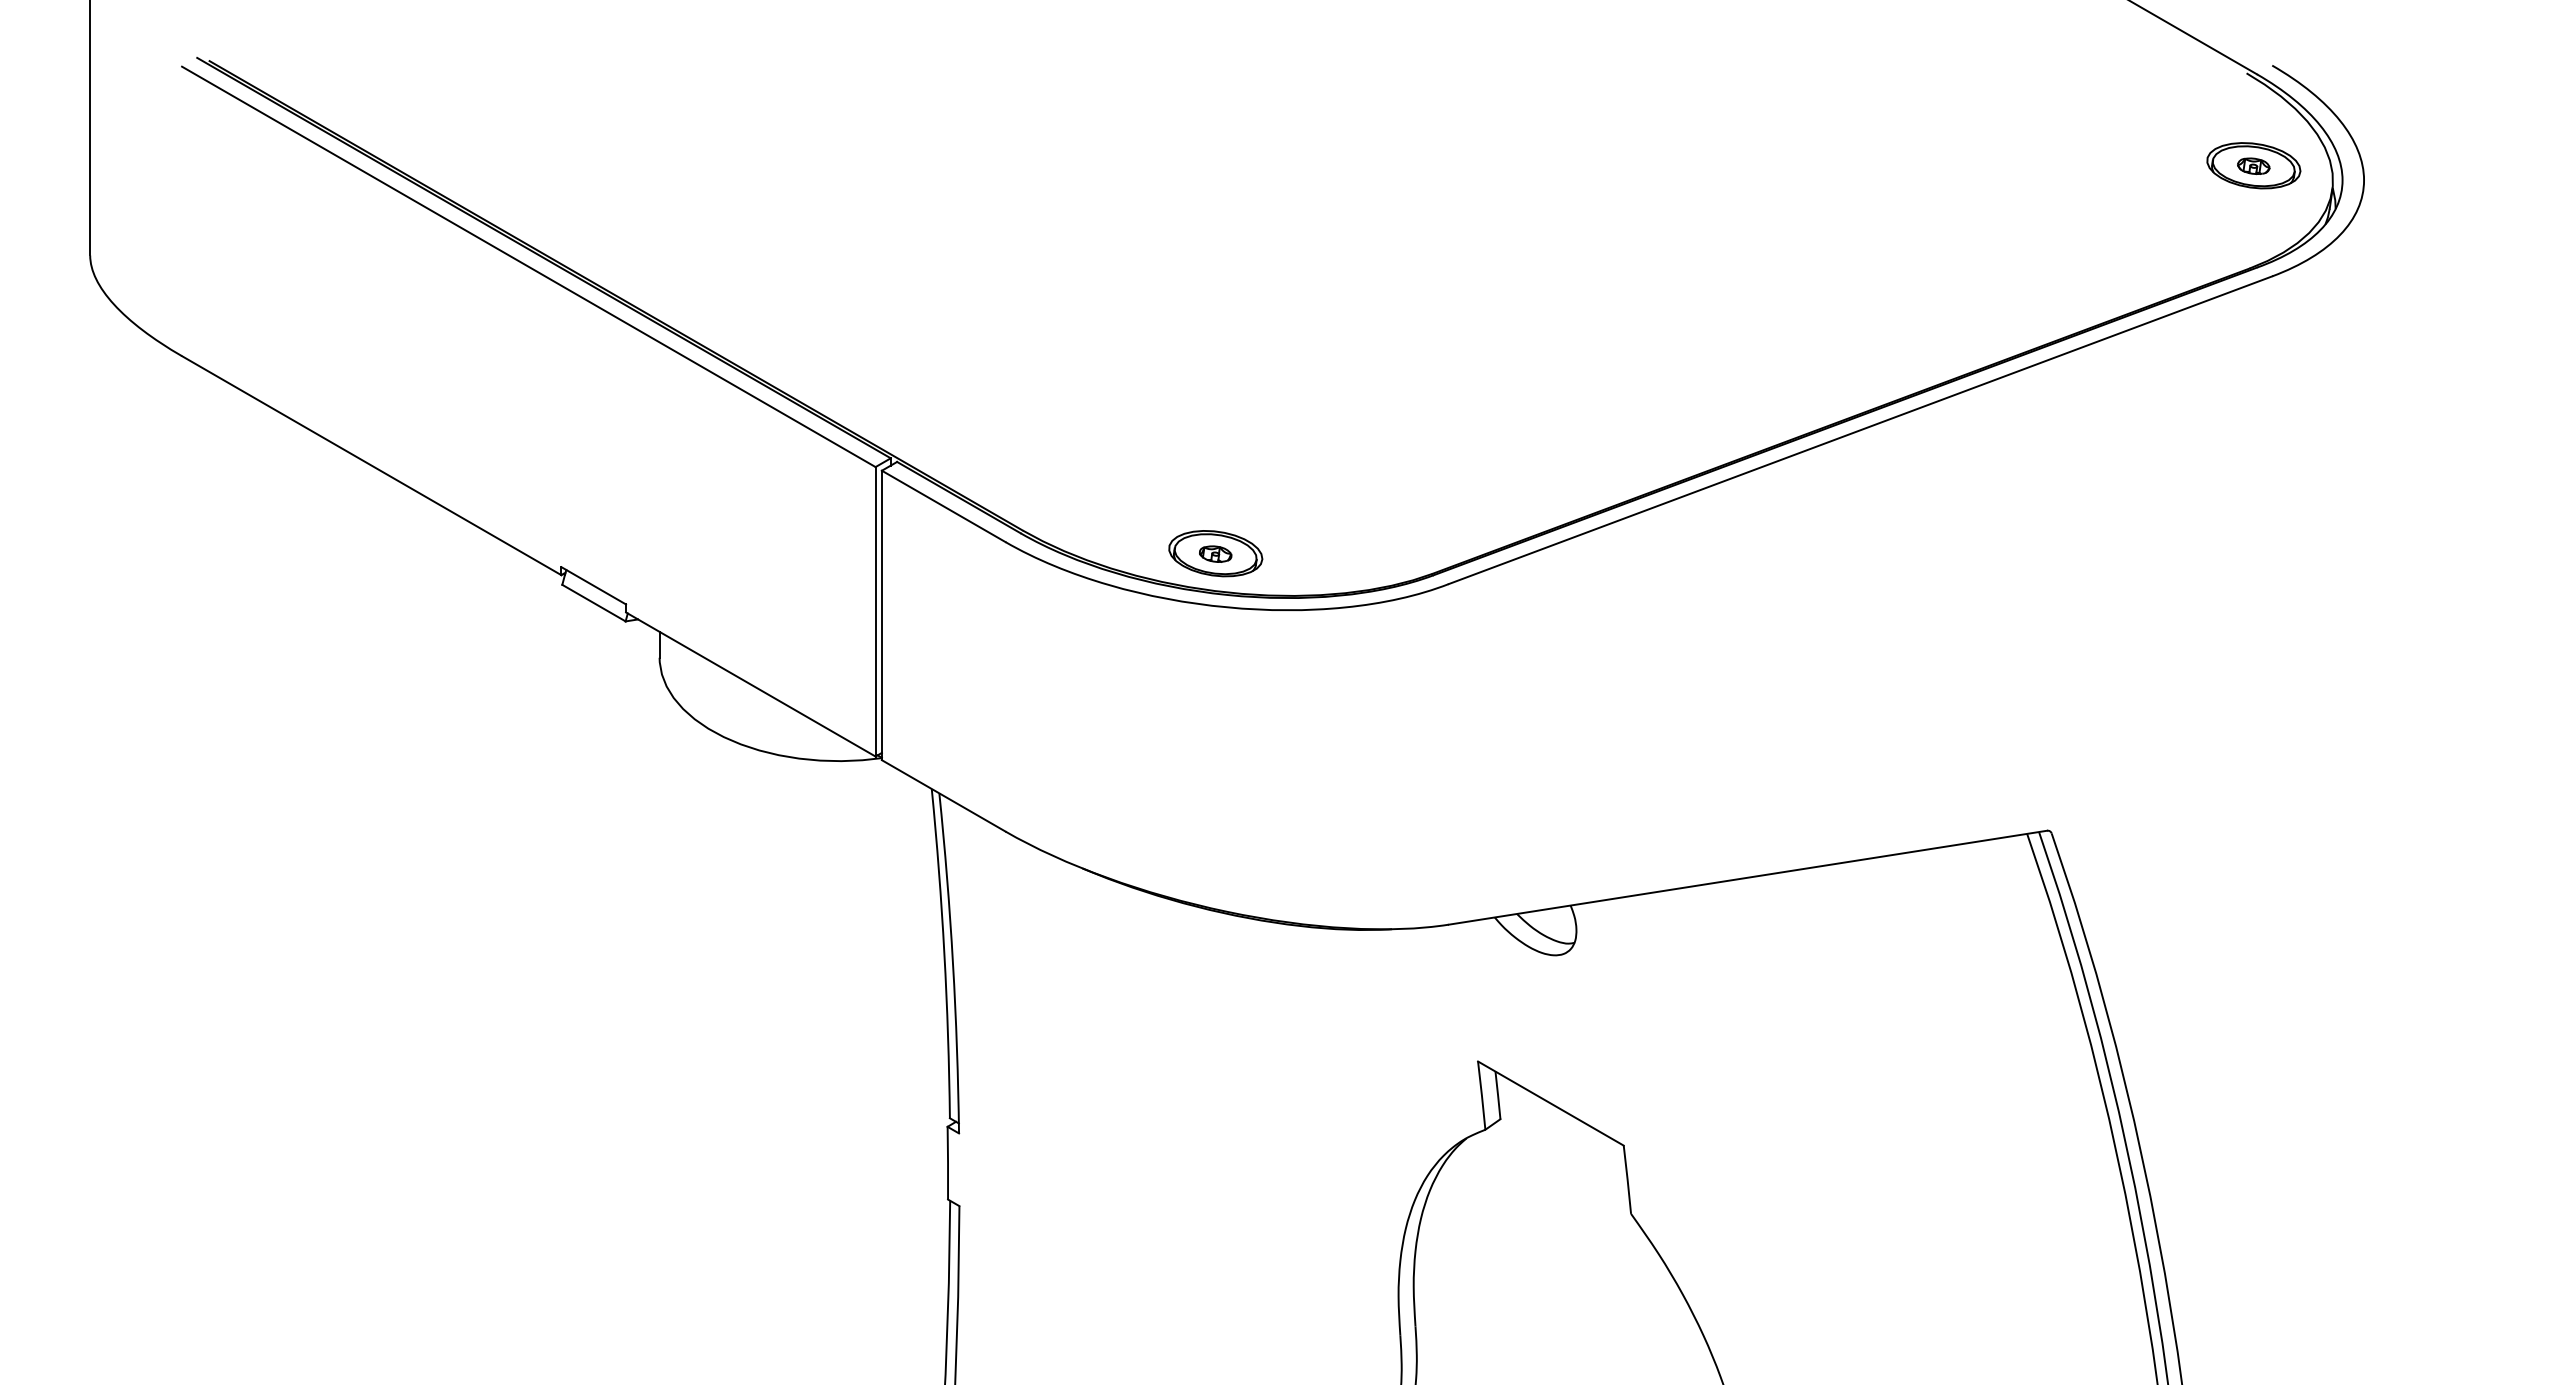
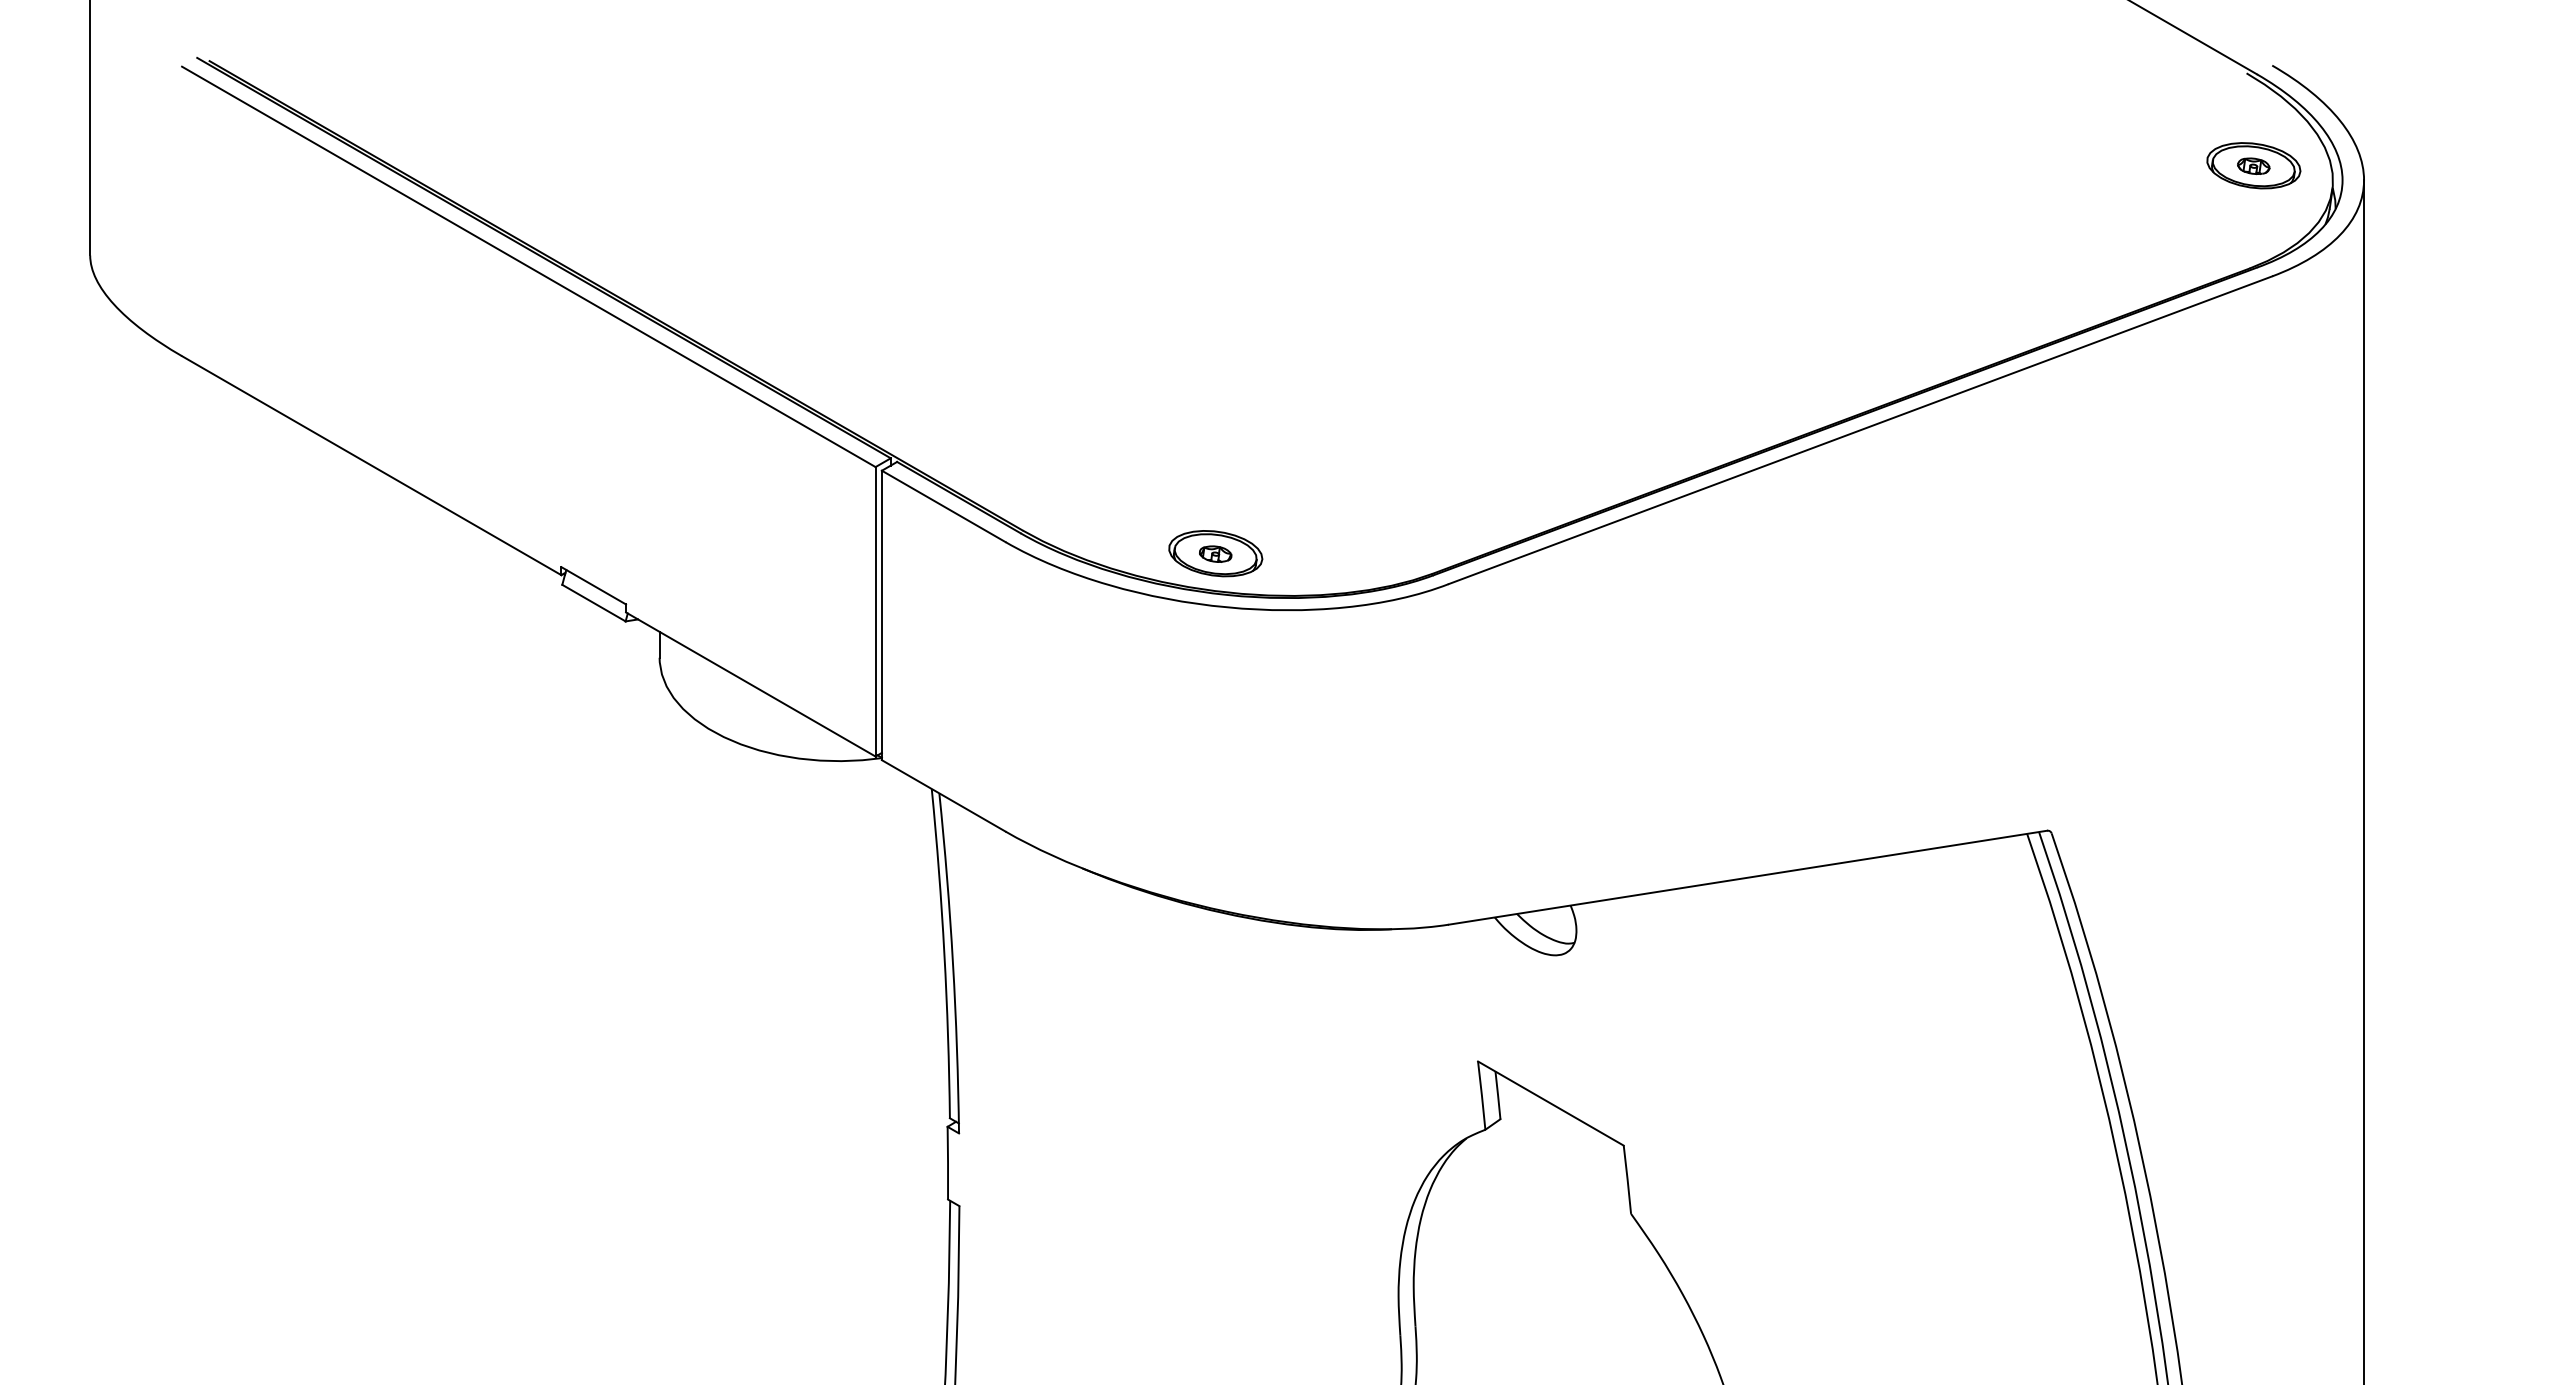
line at (2364, 780): none -> present
